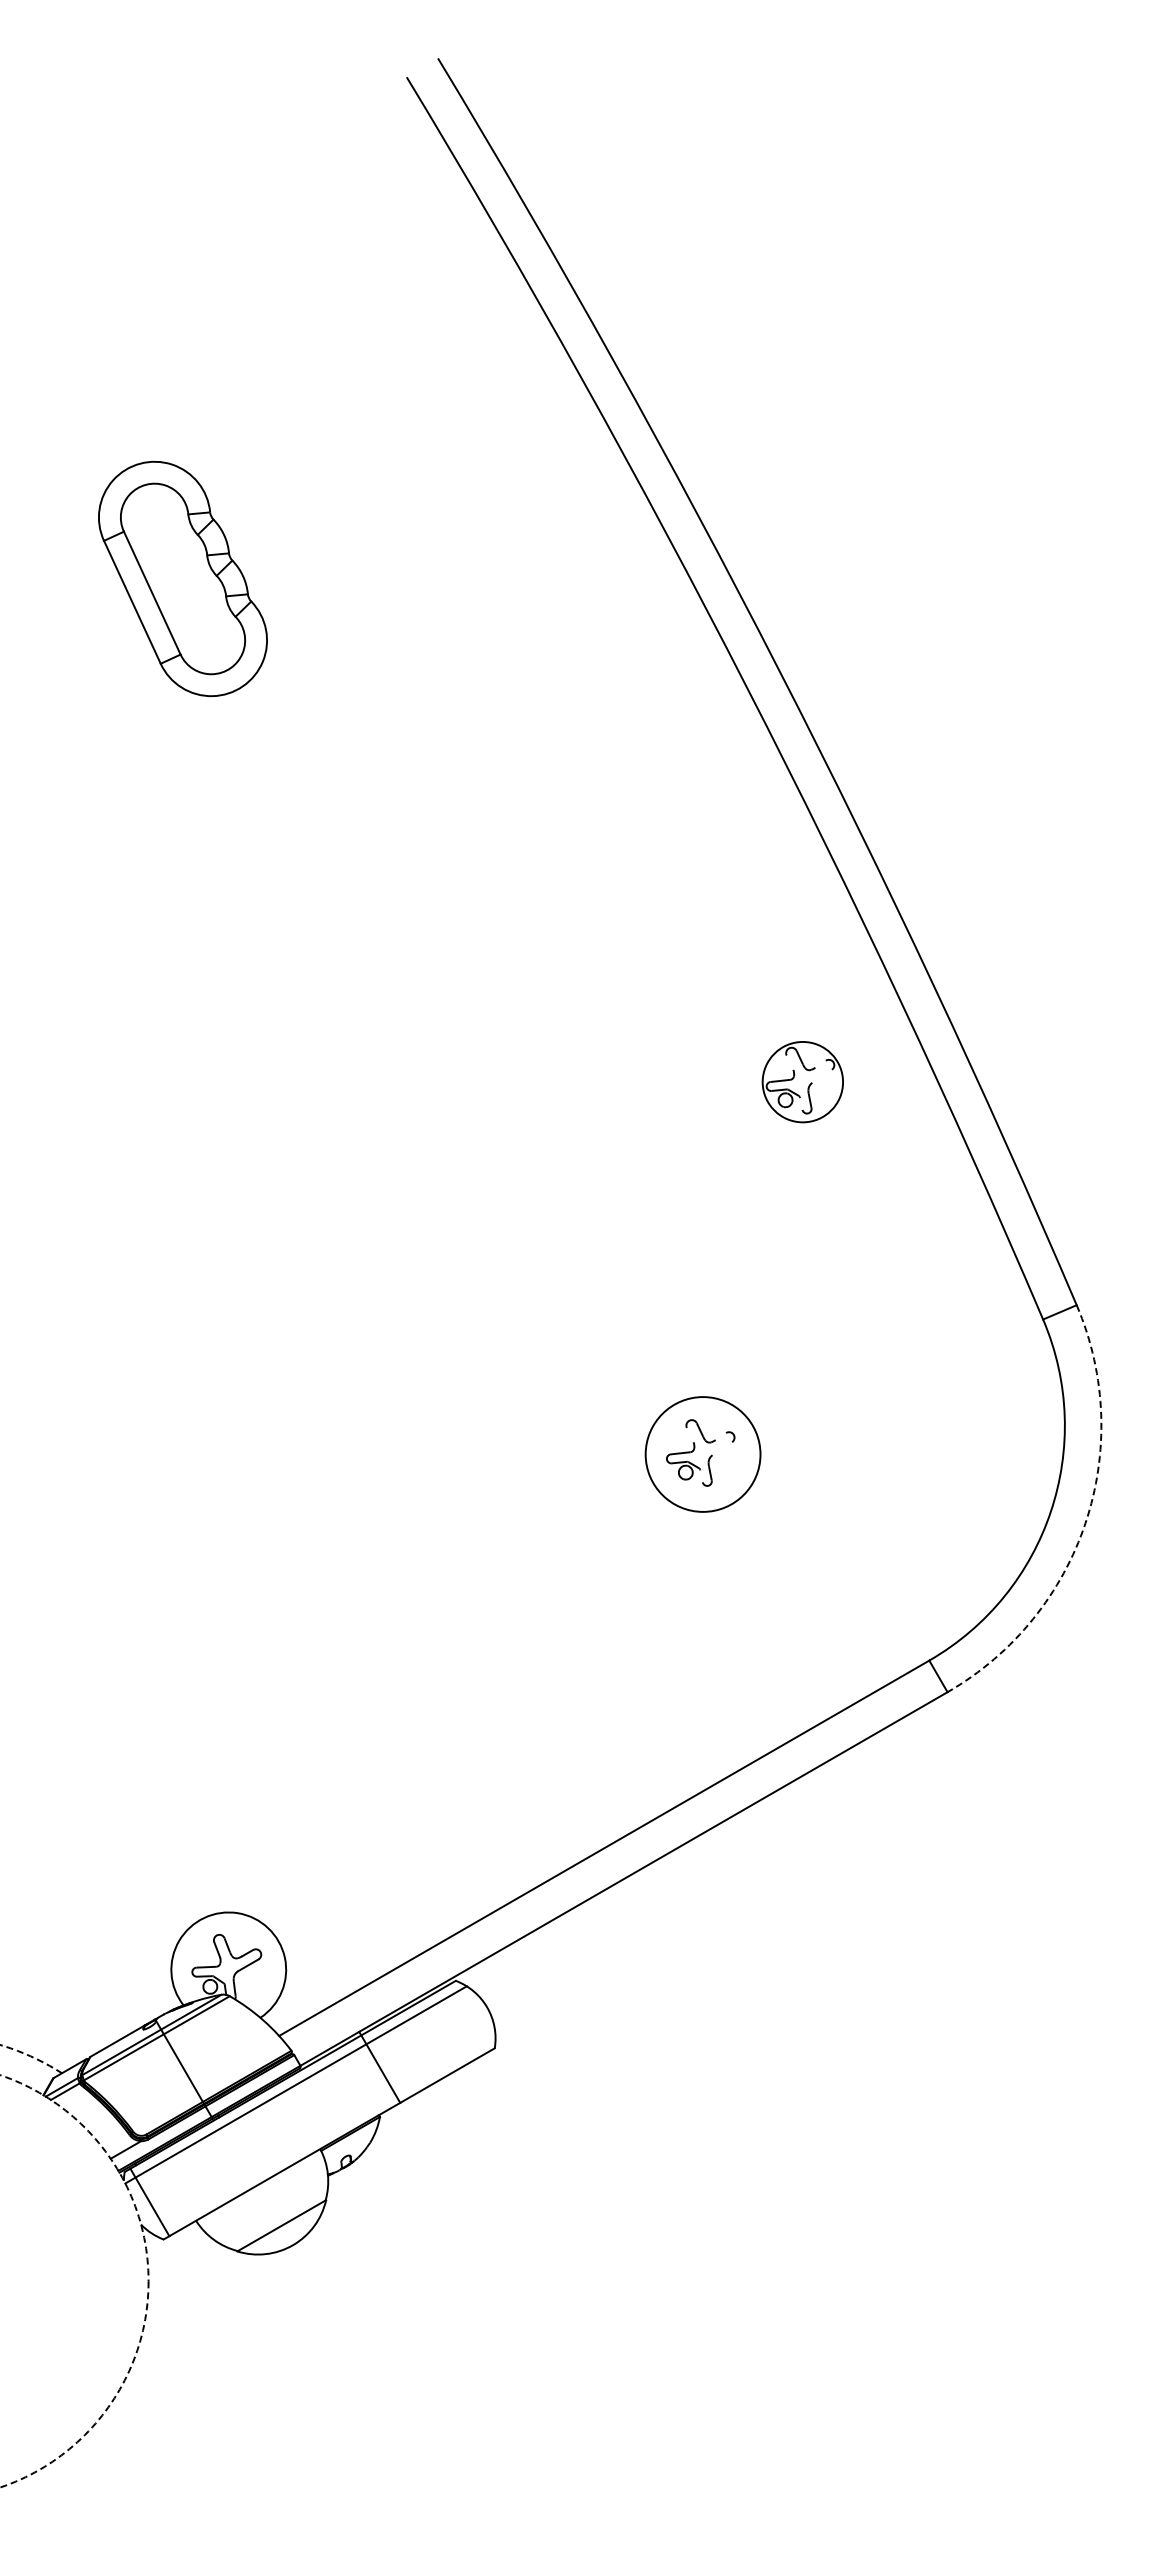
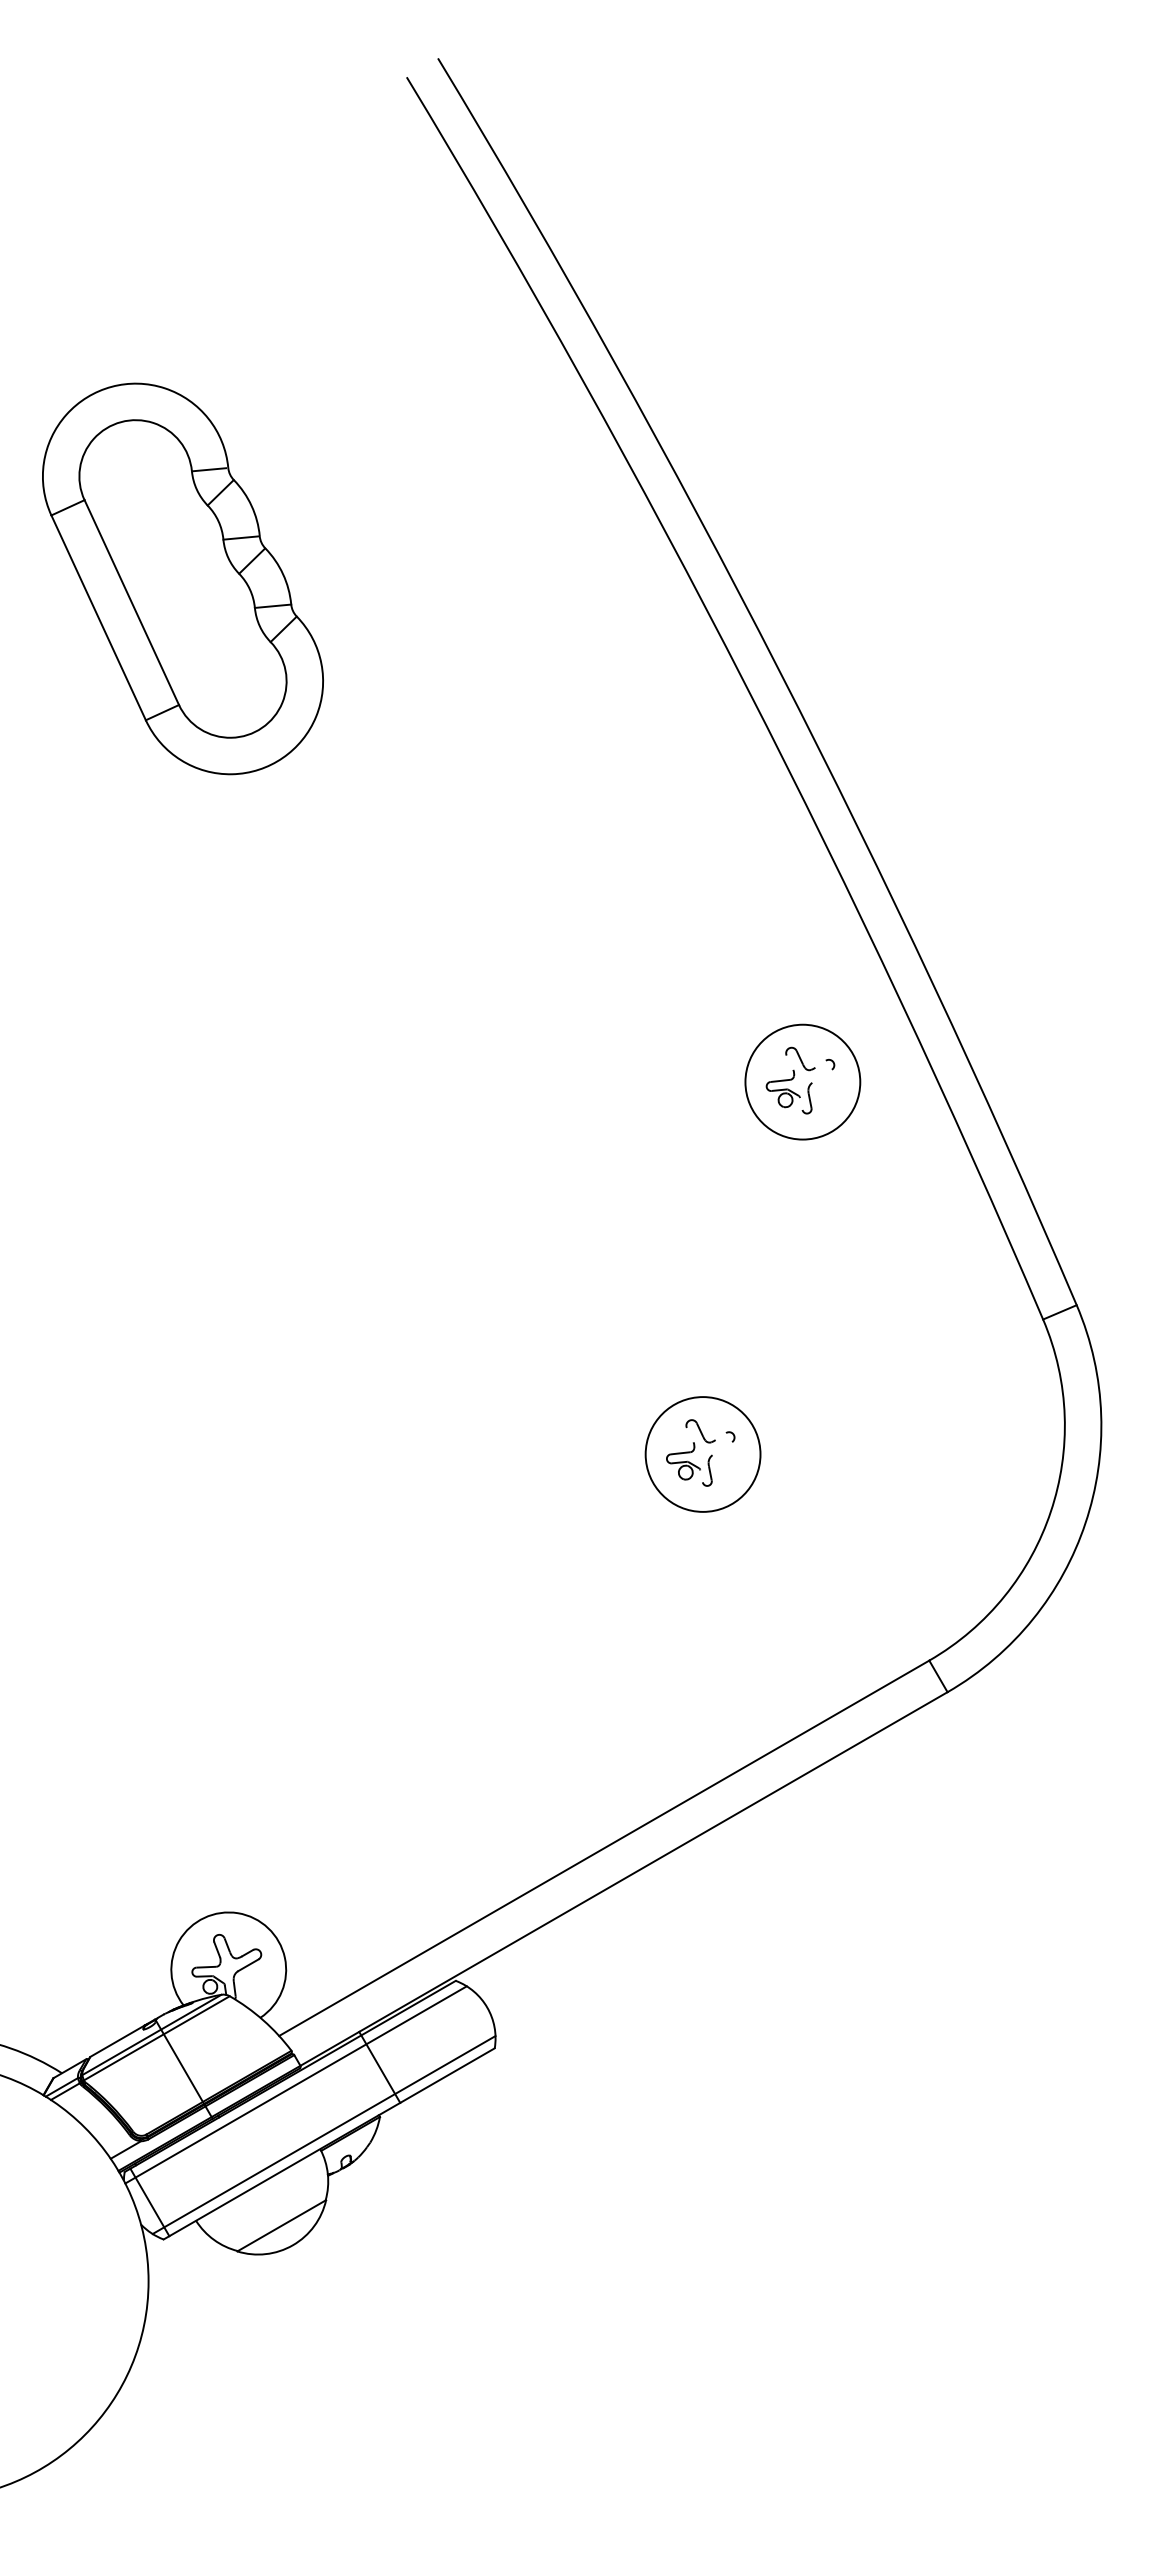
part at (182, 578) size: 170x237 px -> 282x394 px
circle at (802, 1081) diameter: 80 px -> 115 px
arc at (1085, 1523): dashed -> solid
arc at (31, 2056): dashed -> solid
line at (323, 2135): none -> present
circle at (74, 2281): dashed -> solid
